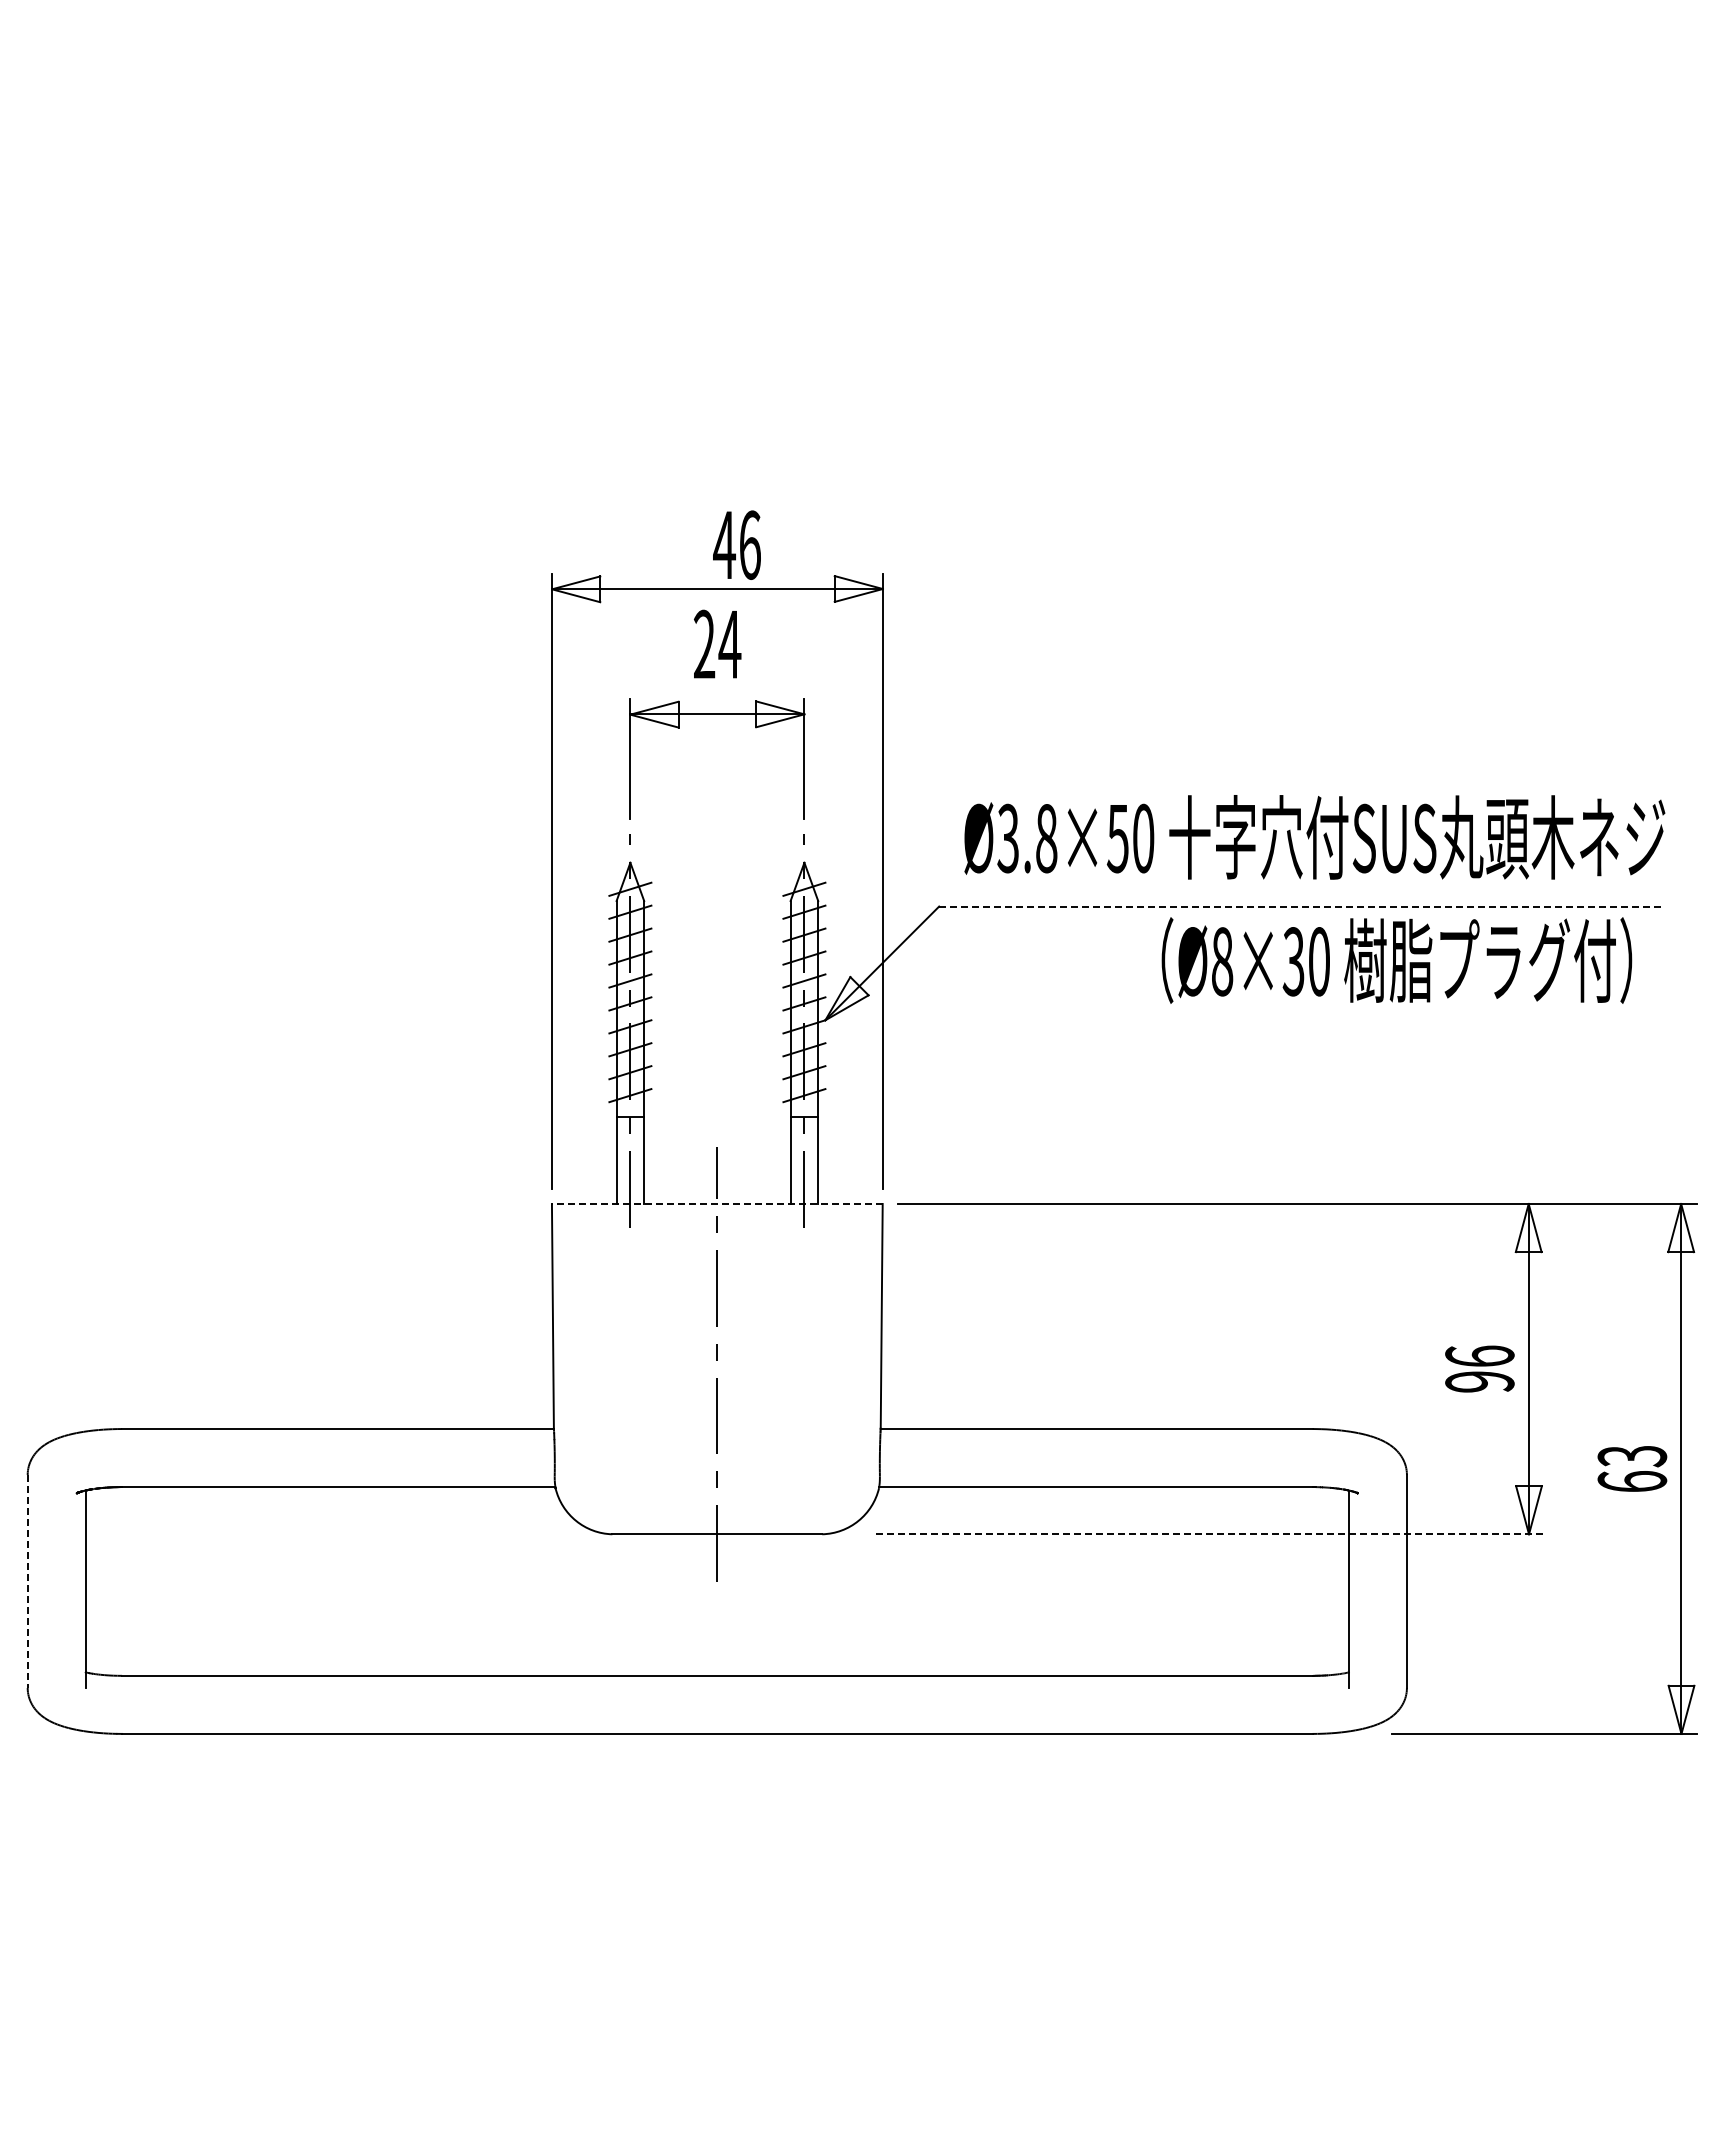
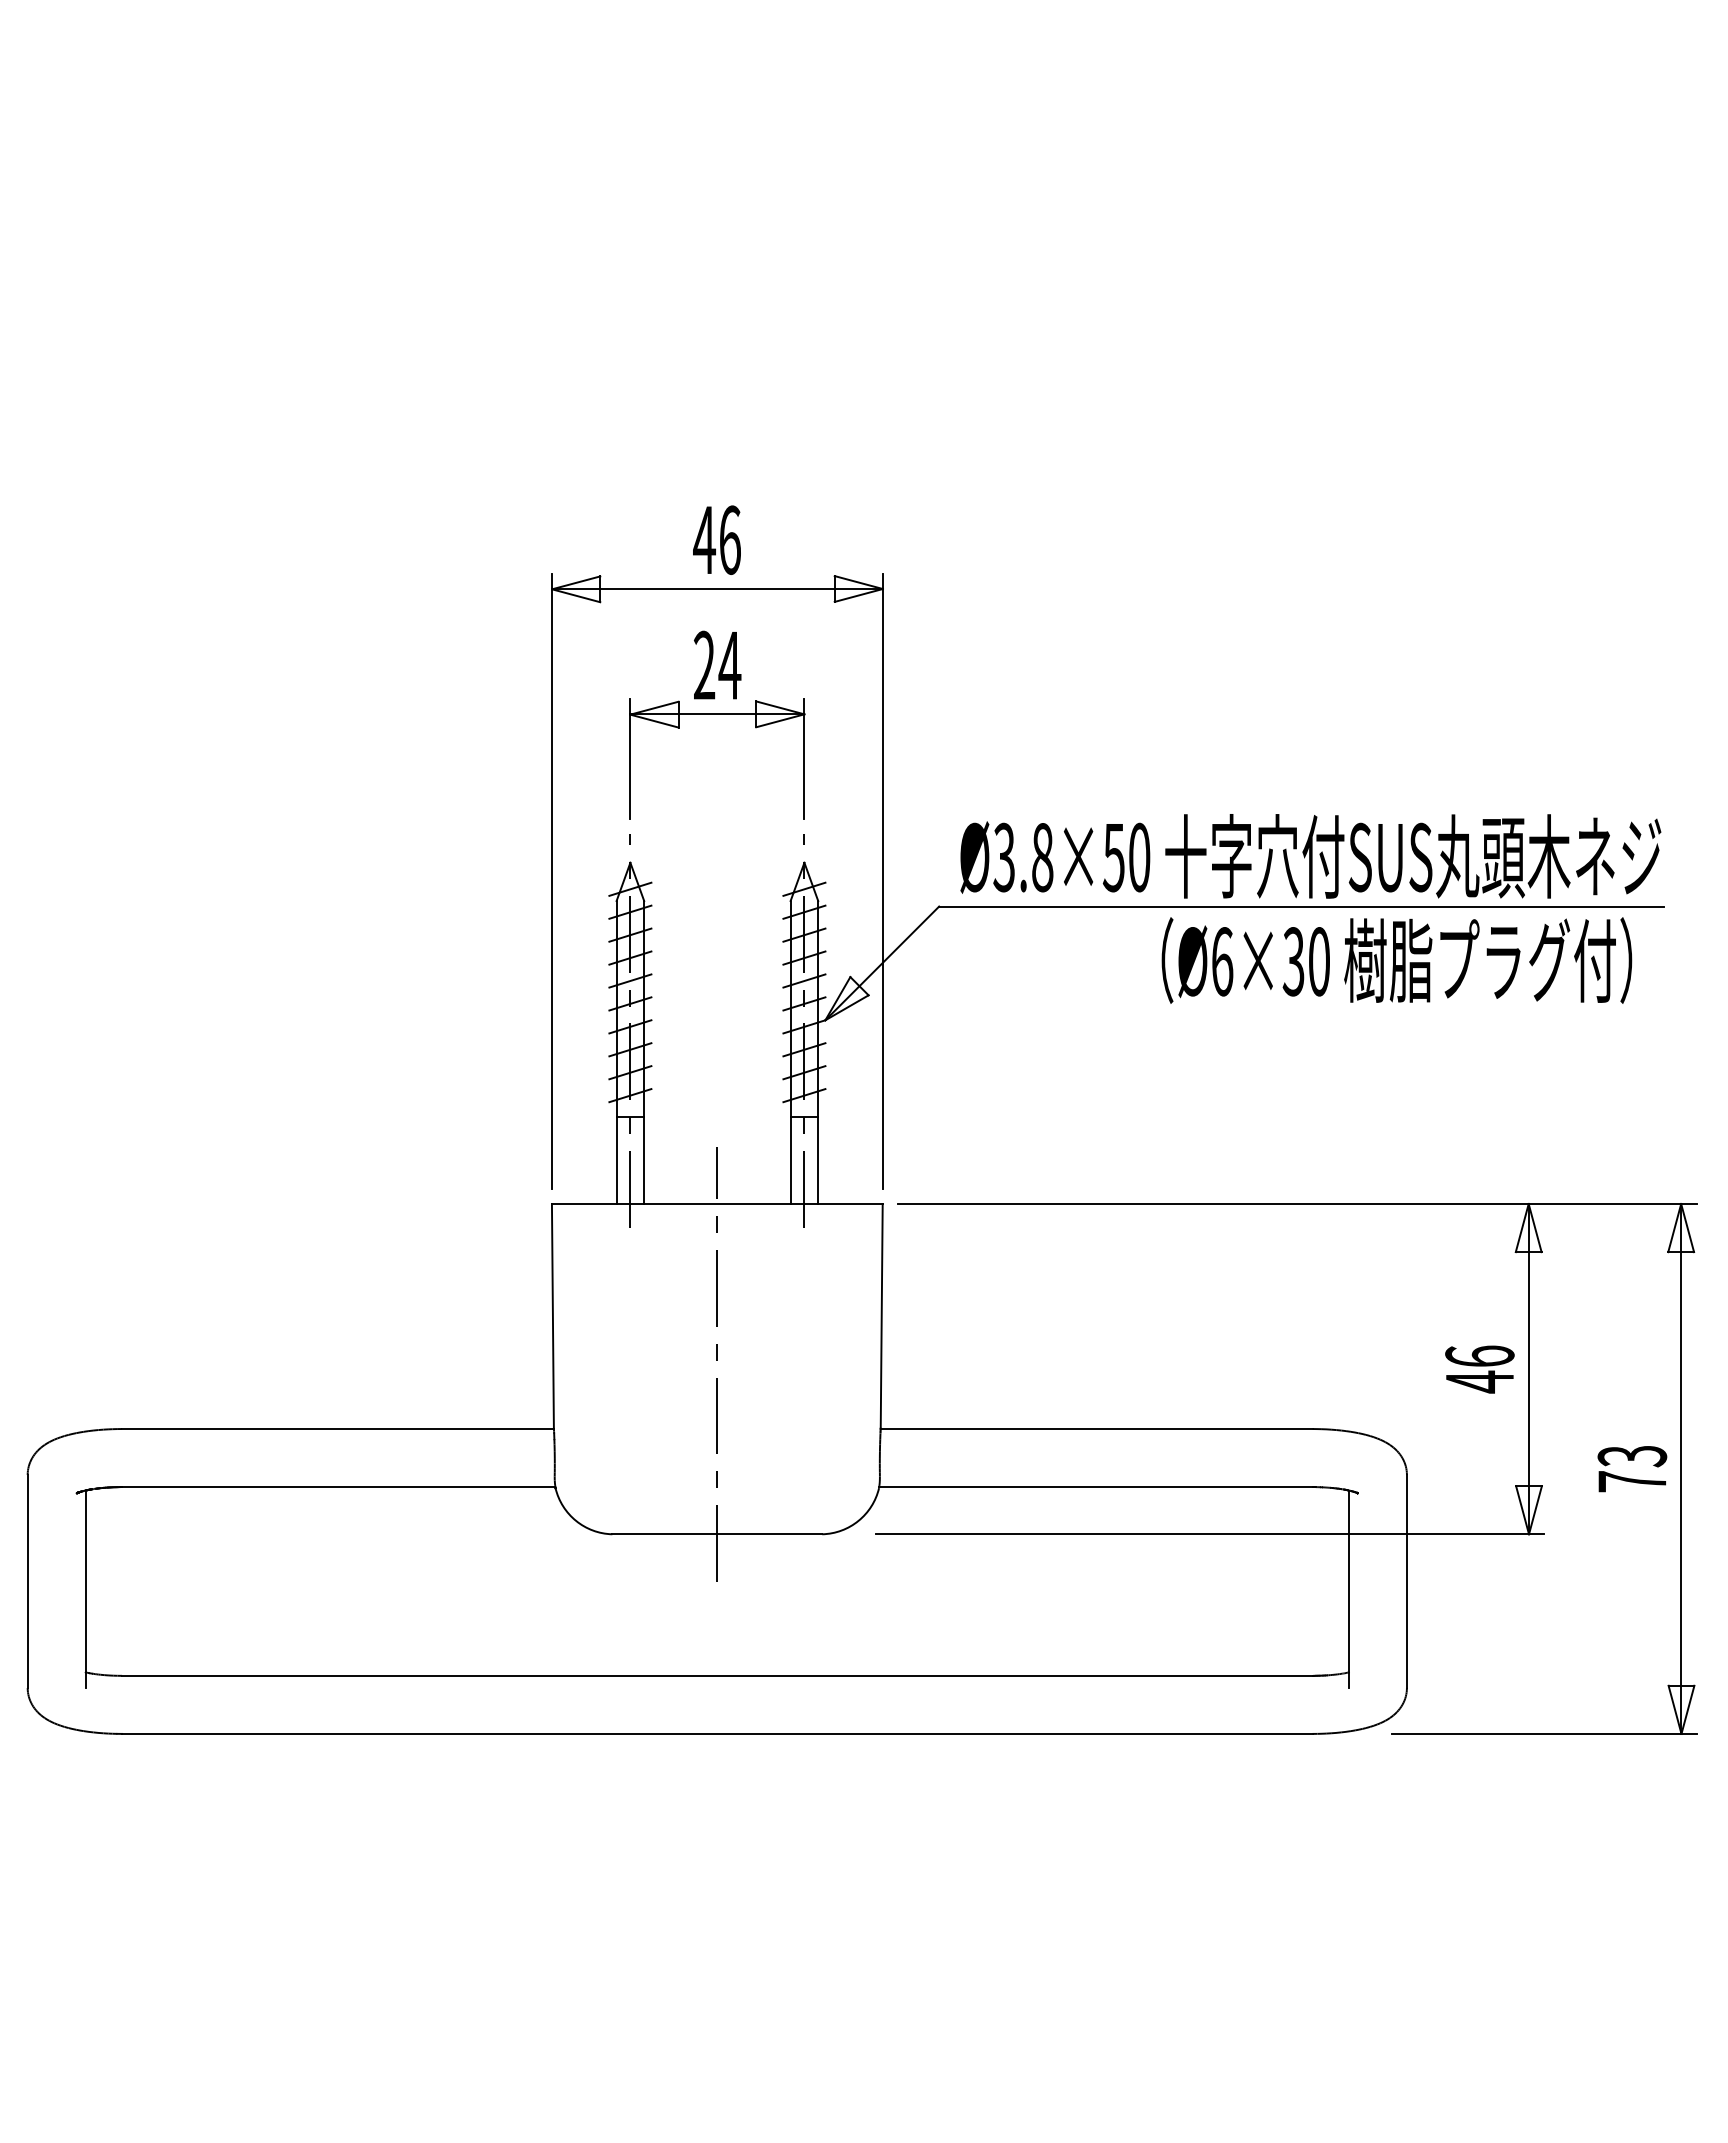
text at (736, 544) position: (736, 544) -> (716, 539)
text at (717, 643) position: (717, 643) -> (717, 664)
text at (1314, 837) position: (1314, 837) -> (1310, 856)
line at (1302, 906): dashed -> solid
text at (1222, 961): Ø8×30 -> Ø6×30
line at (716, 1203): dashed -> solid
text at (1479, 1381): 96 -> 46
text at (1632, 1481): 63 -> 73
line at (1210, 1534): dashed -> solid
line at (27, 1581): dashed -> solid
